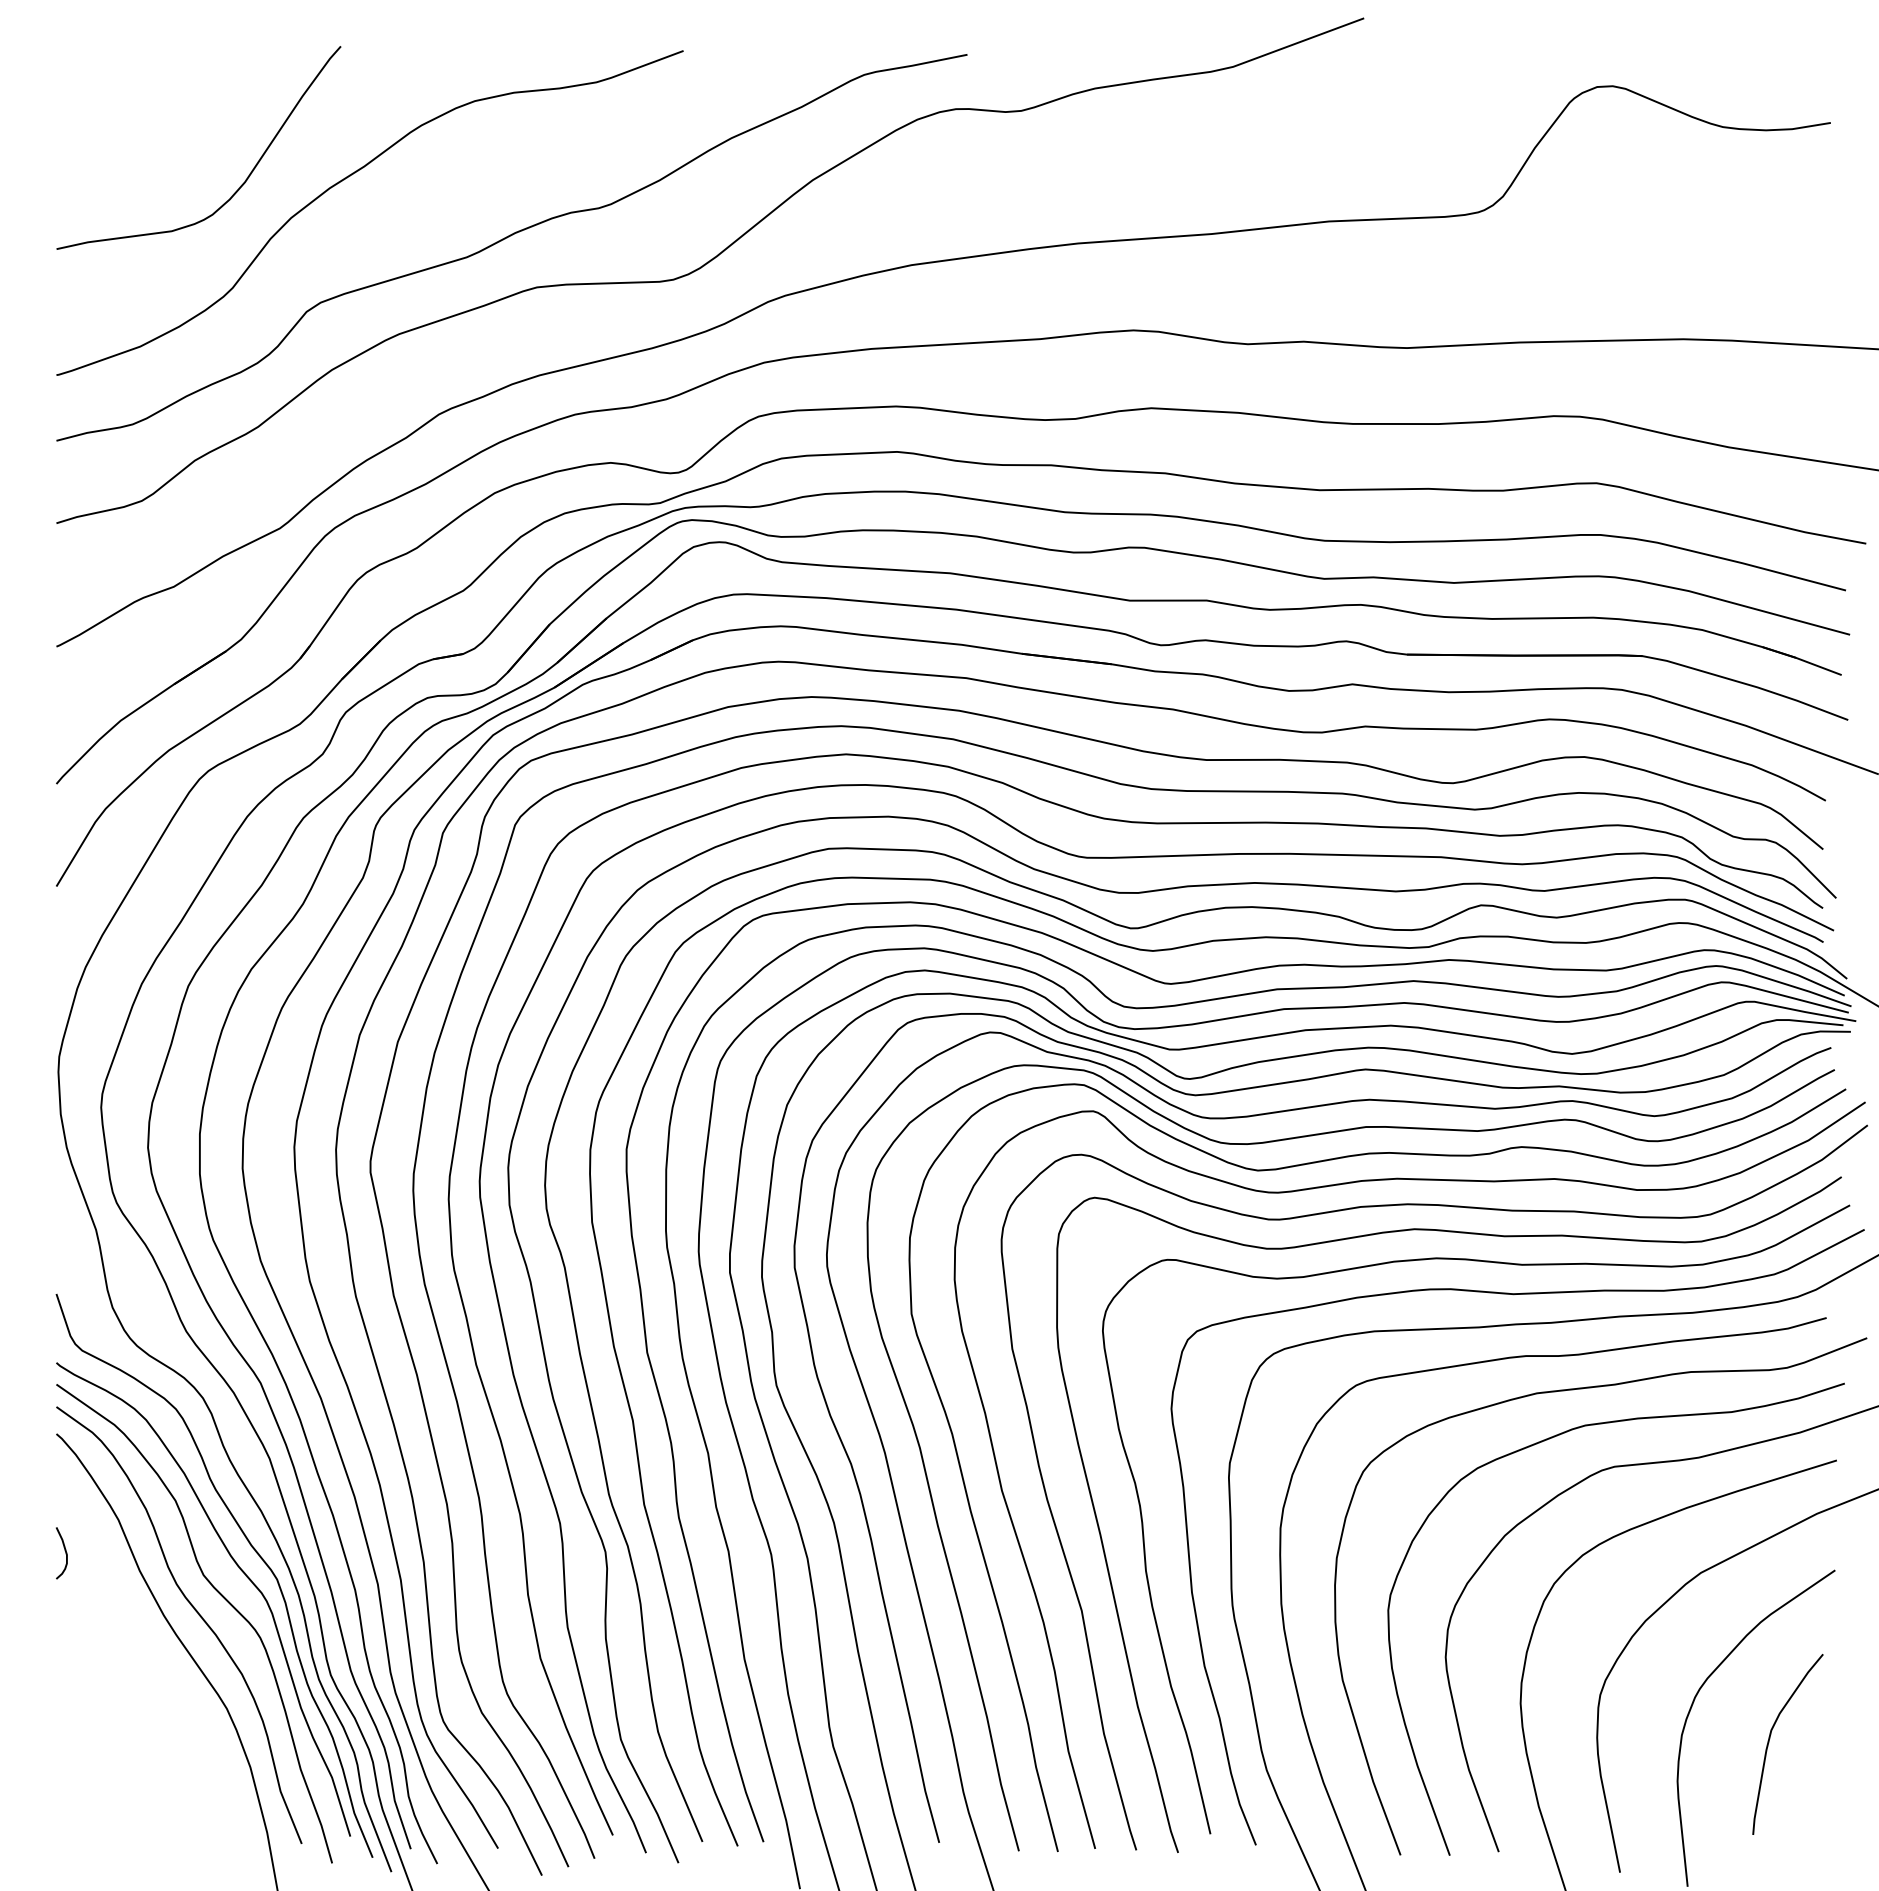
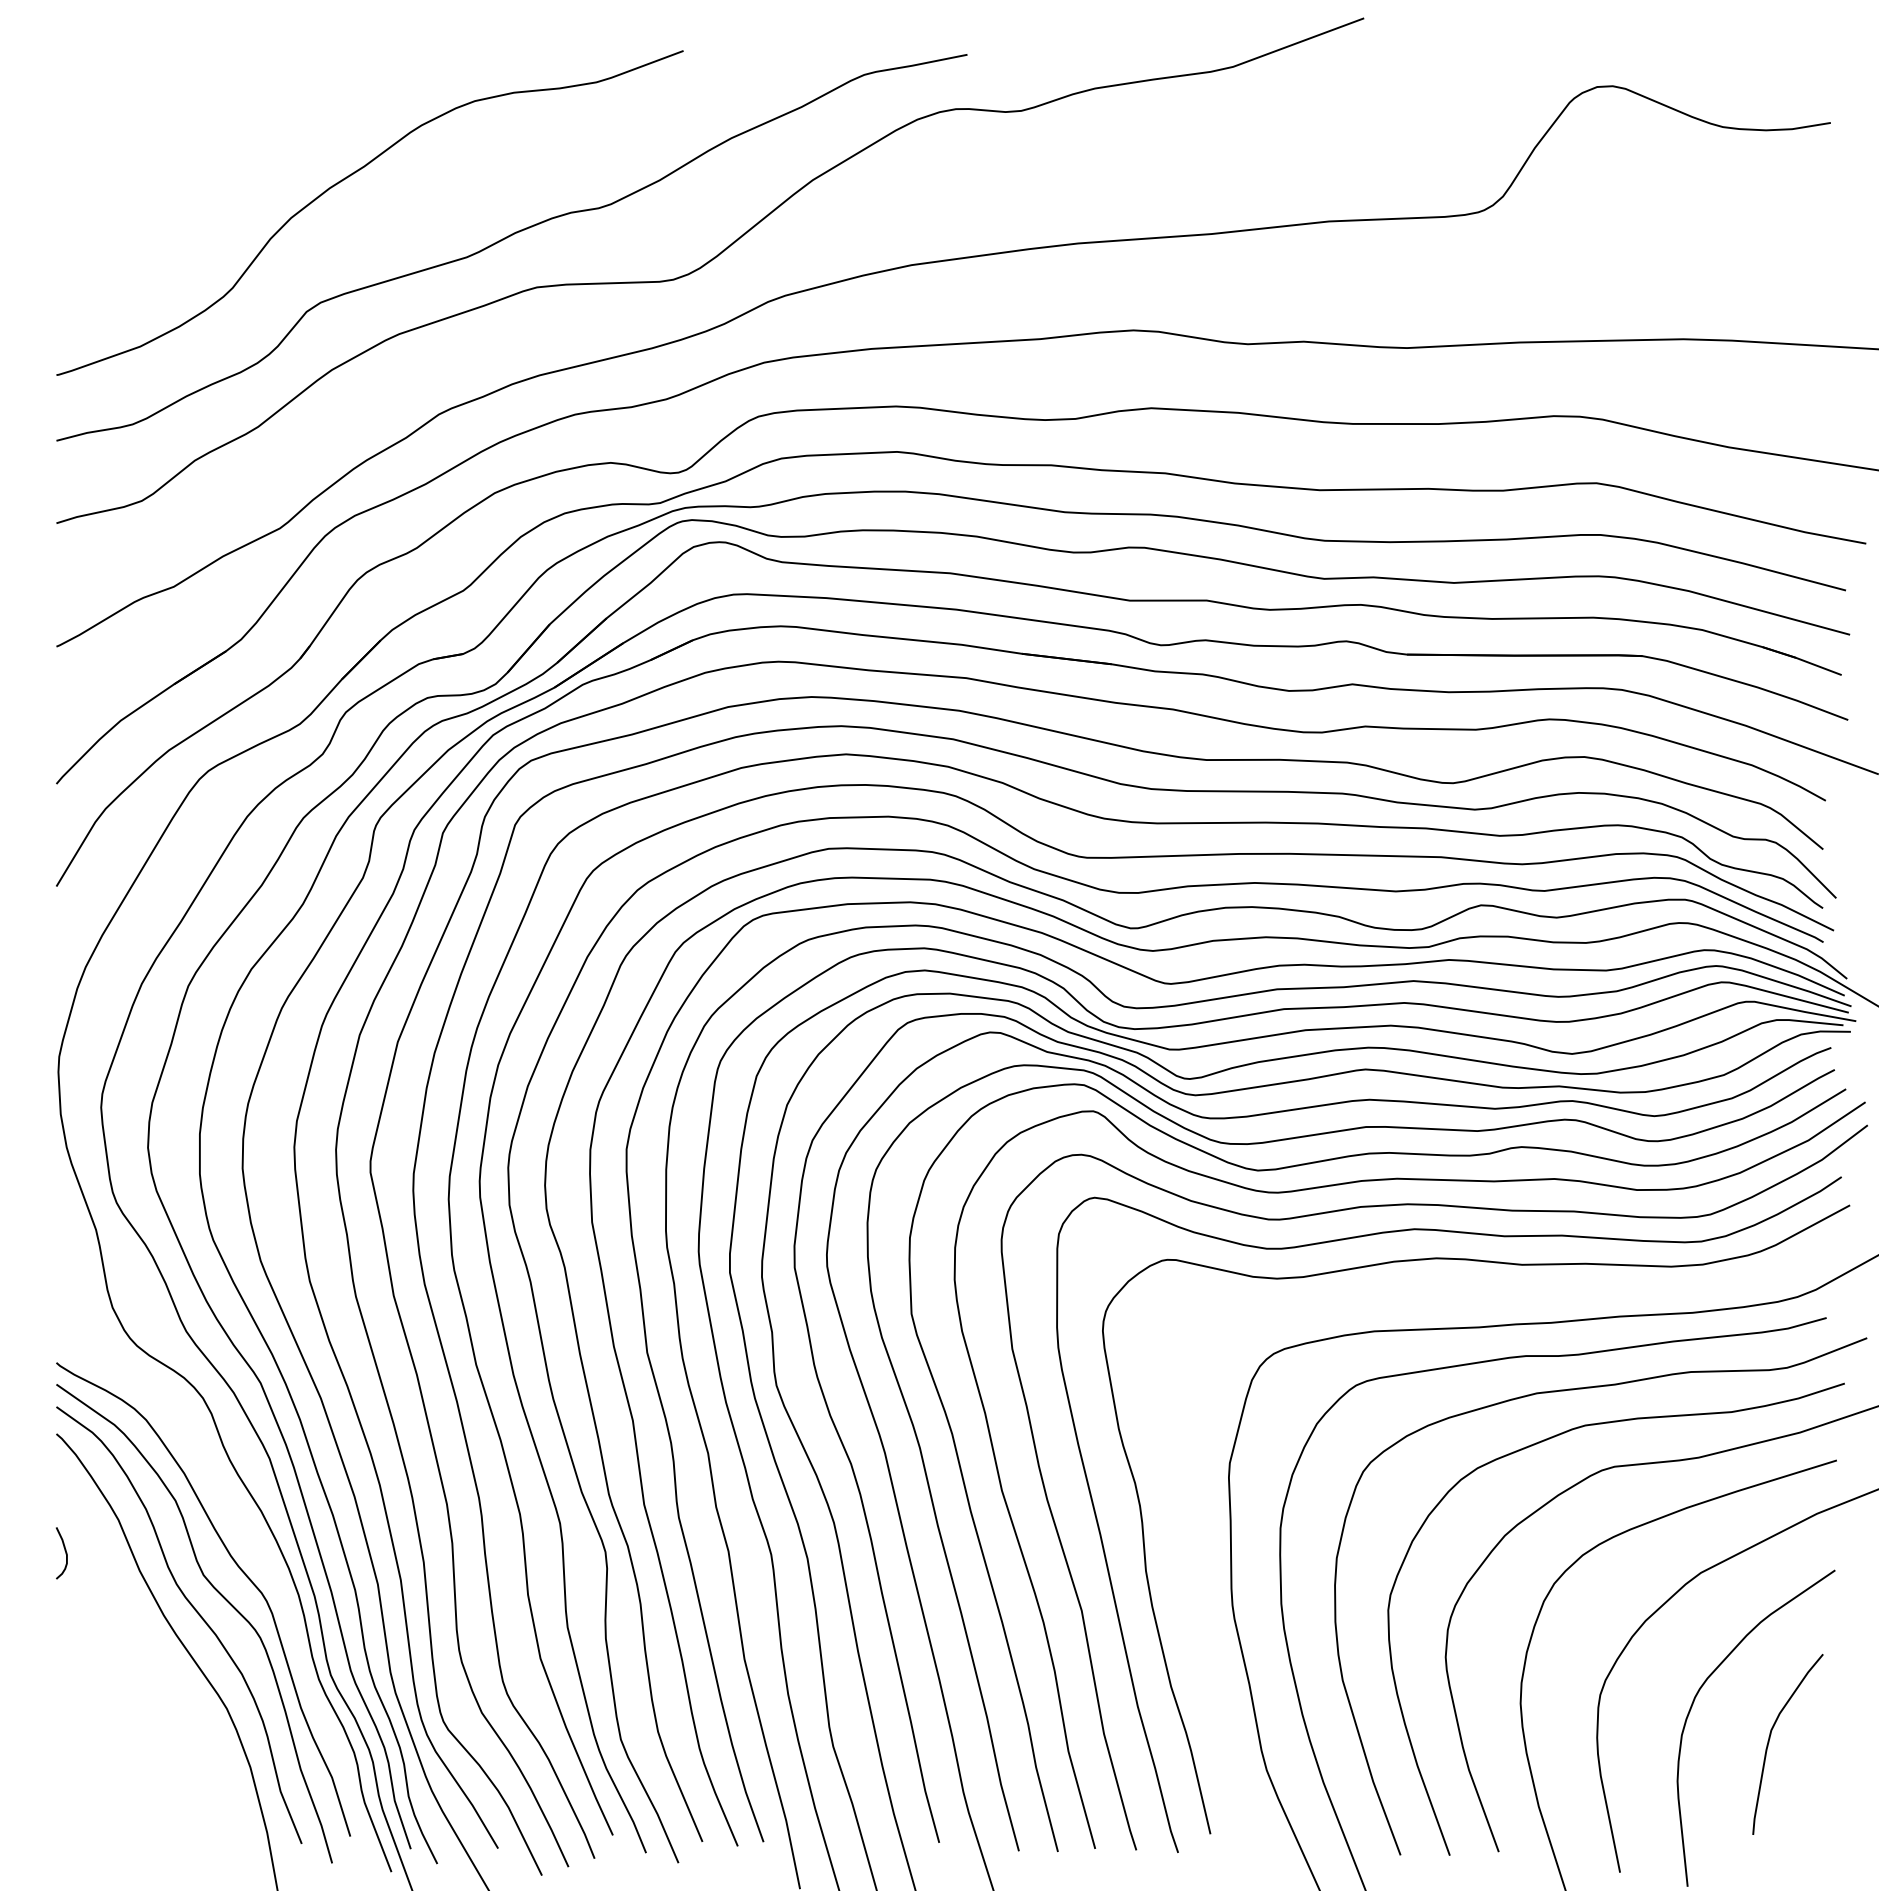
curve at (240, 185): present -> none
curve at (1513, 1295): present -> none
curve at (251, 1547): present -> none
